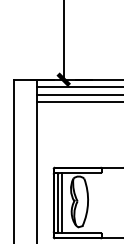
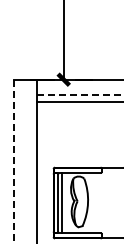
line at (78, 87): present -> none
line at (80, 94): solid -> dashed
line at (13, 161): solid -> dashed
